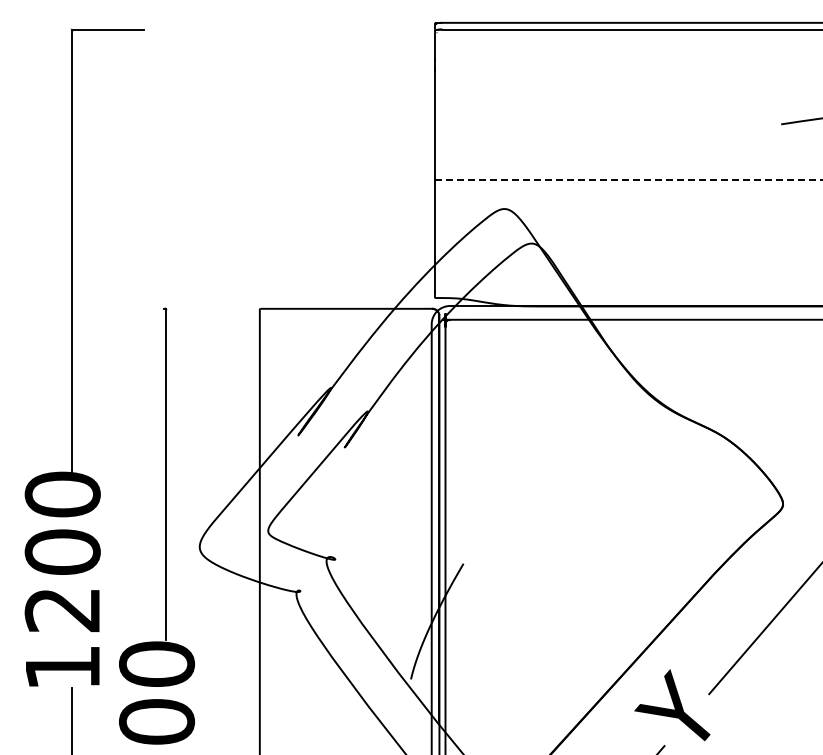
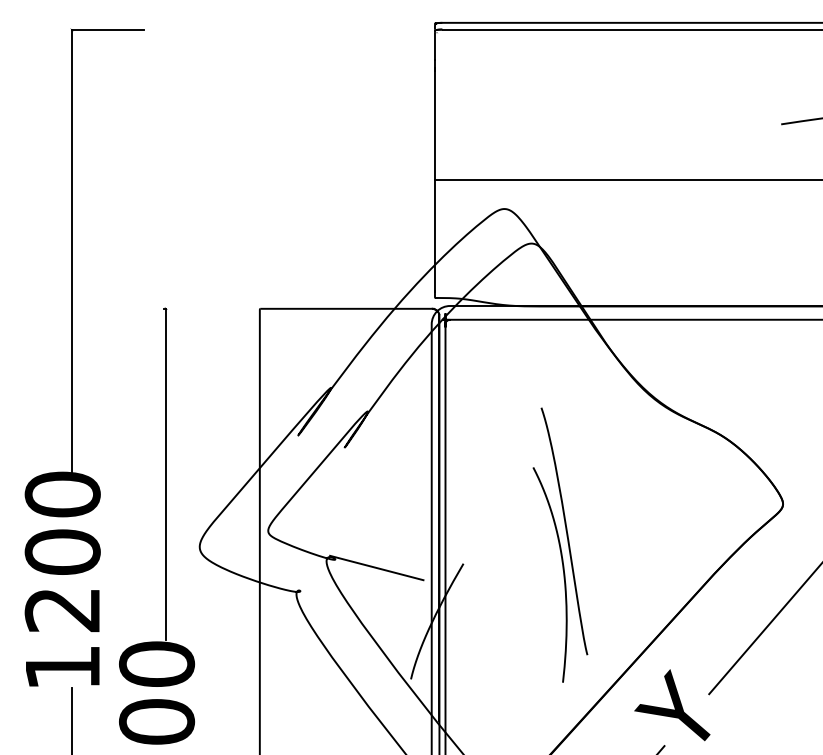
line at (628, 180): dashed -> solid
part at (560, 544): none -> present
line at (376, 567): none -> present
